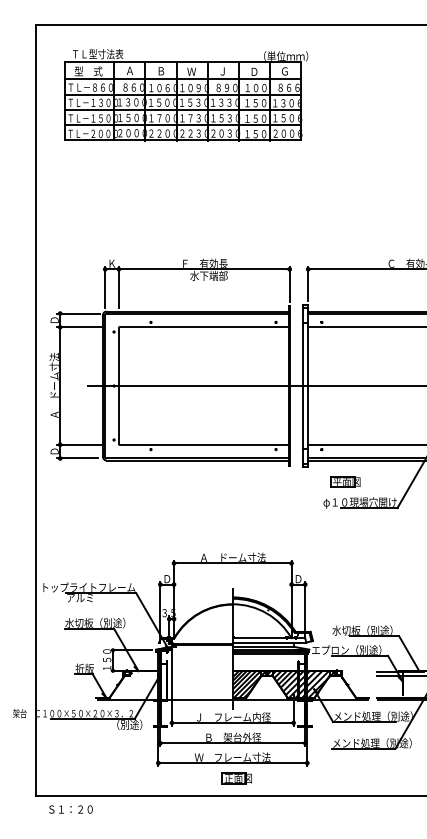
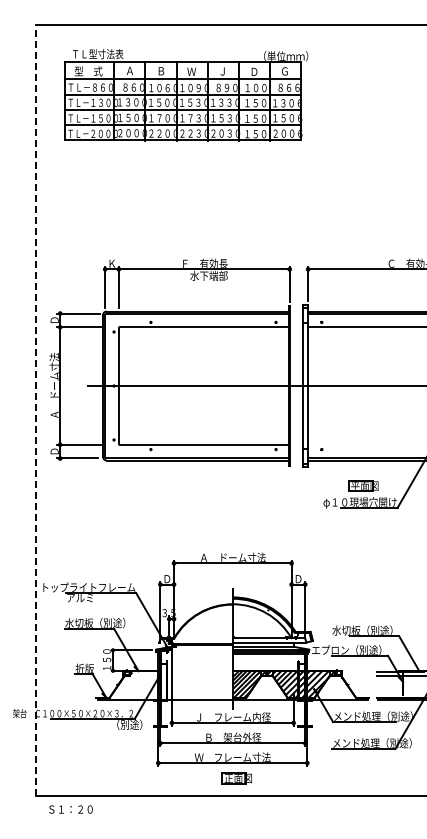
line at (35, 410): solid -> dashed
line at (365, 444): present -> none
part at (345, 481) position: (345, 481) -> (363, 485)
